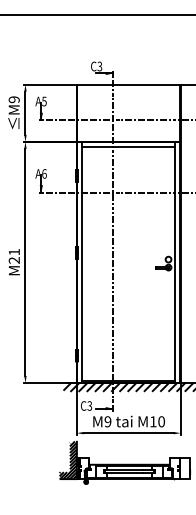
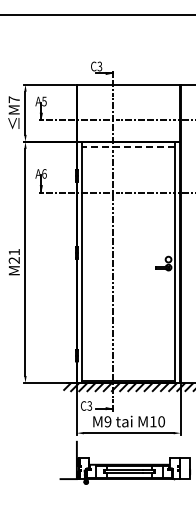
text at (13, 99): M9 -> M7
line at (128, 146): solid -> dashed
hatch at (67, 460): present -> none
